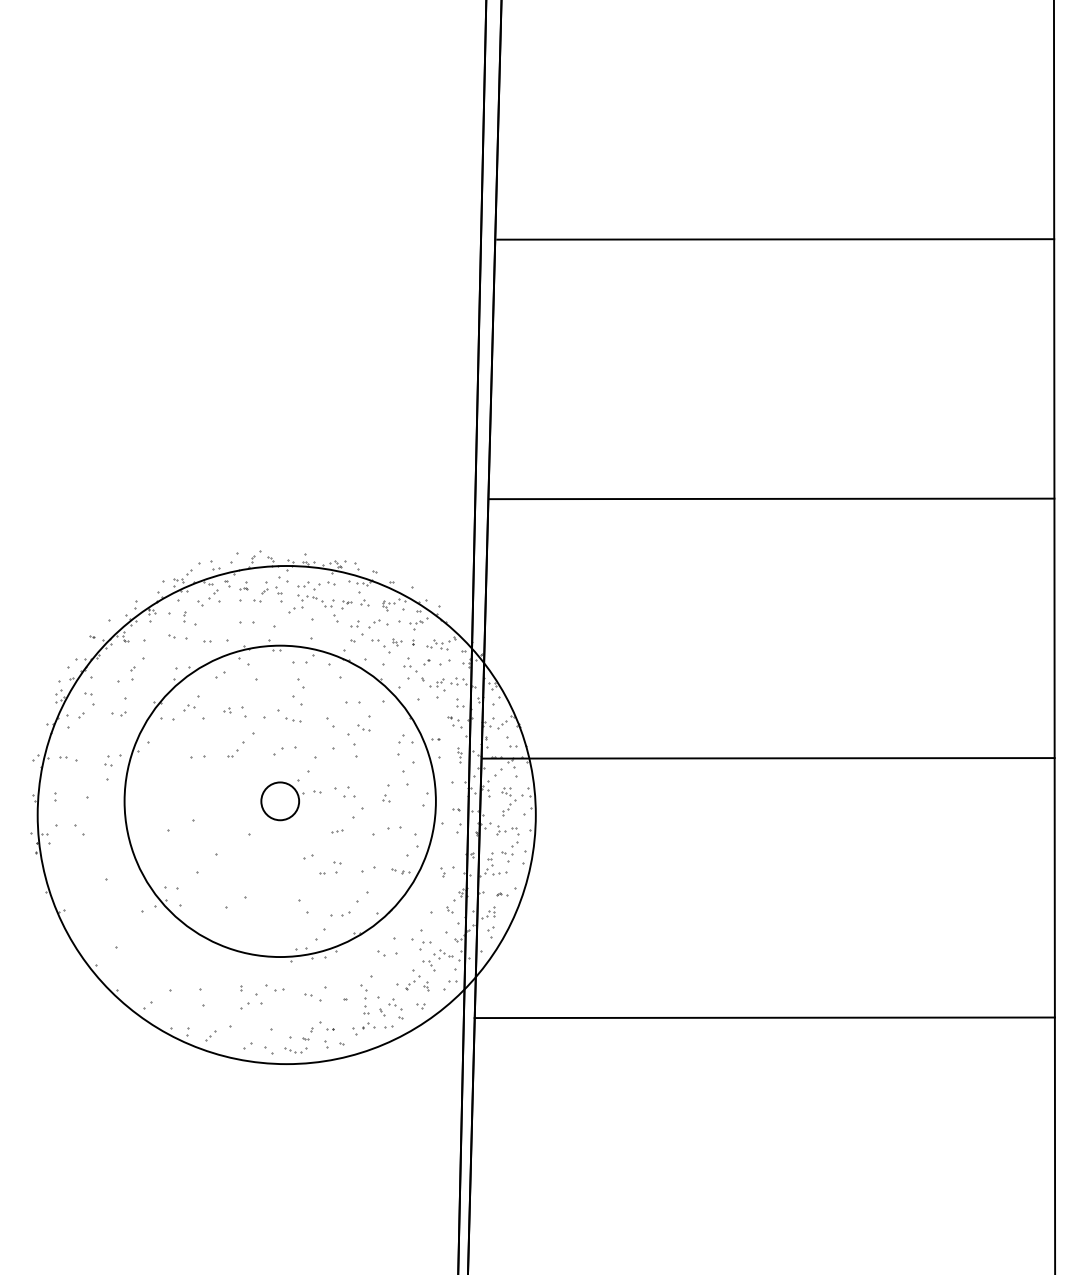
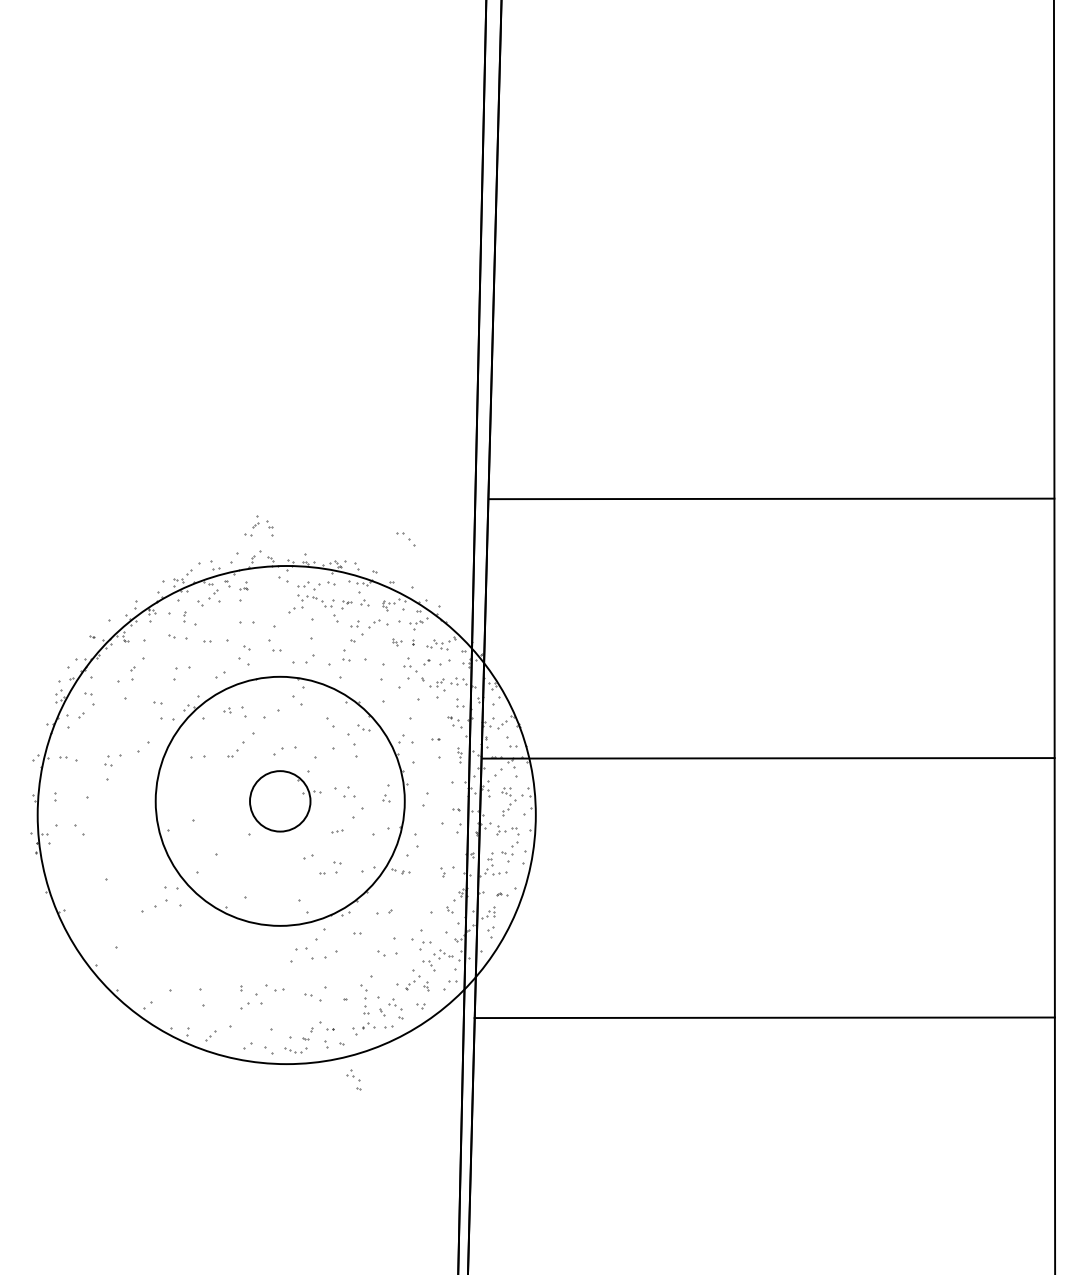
line at (775, 239): present -> none
part at (267, 591) position: (267, 591) -> (258, 525)
part at (380, 646) position: (380, 646) -> (405, 539)
part at (118, 713): present -> none
part at (293, 719): present -> none
circle at (279, 801) diameter: 311 px -> 249 px
circle at (280, 801) diameter: 38 px -> 60 px
part at (353, 1079): none -> present
